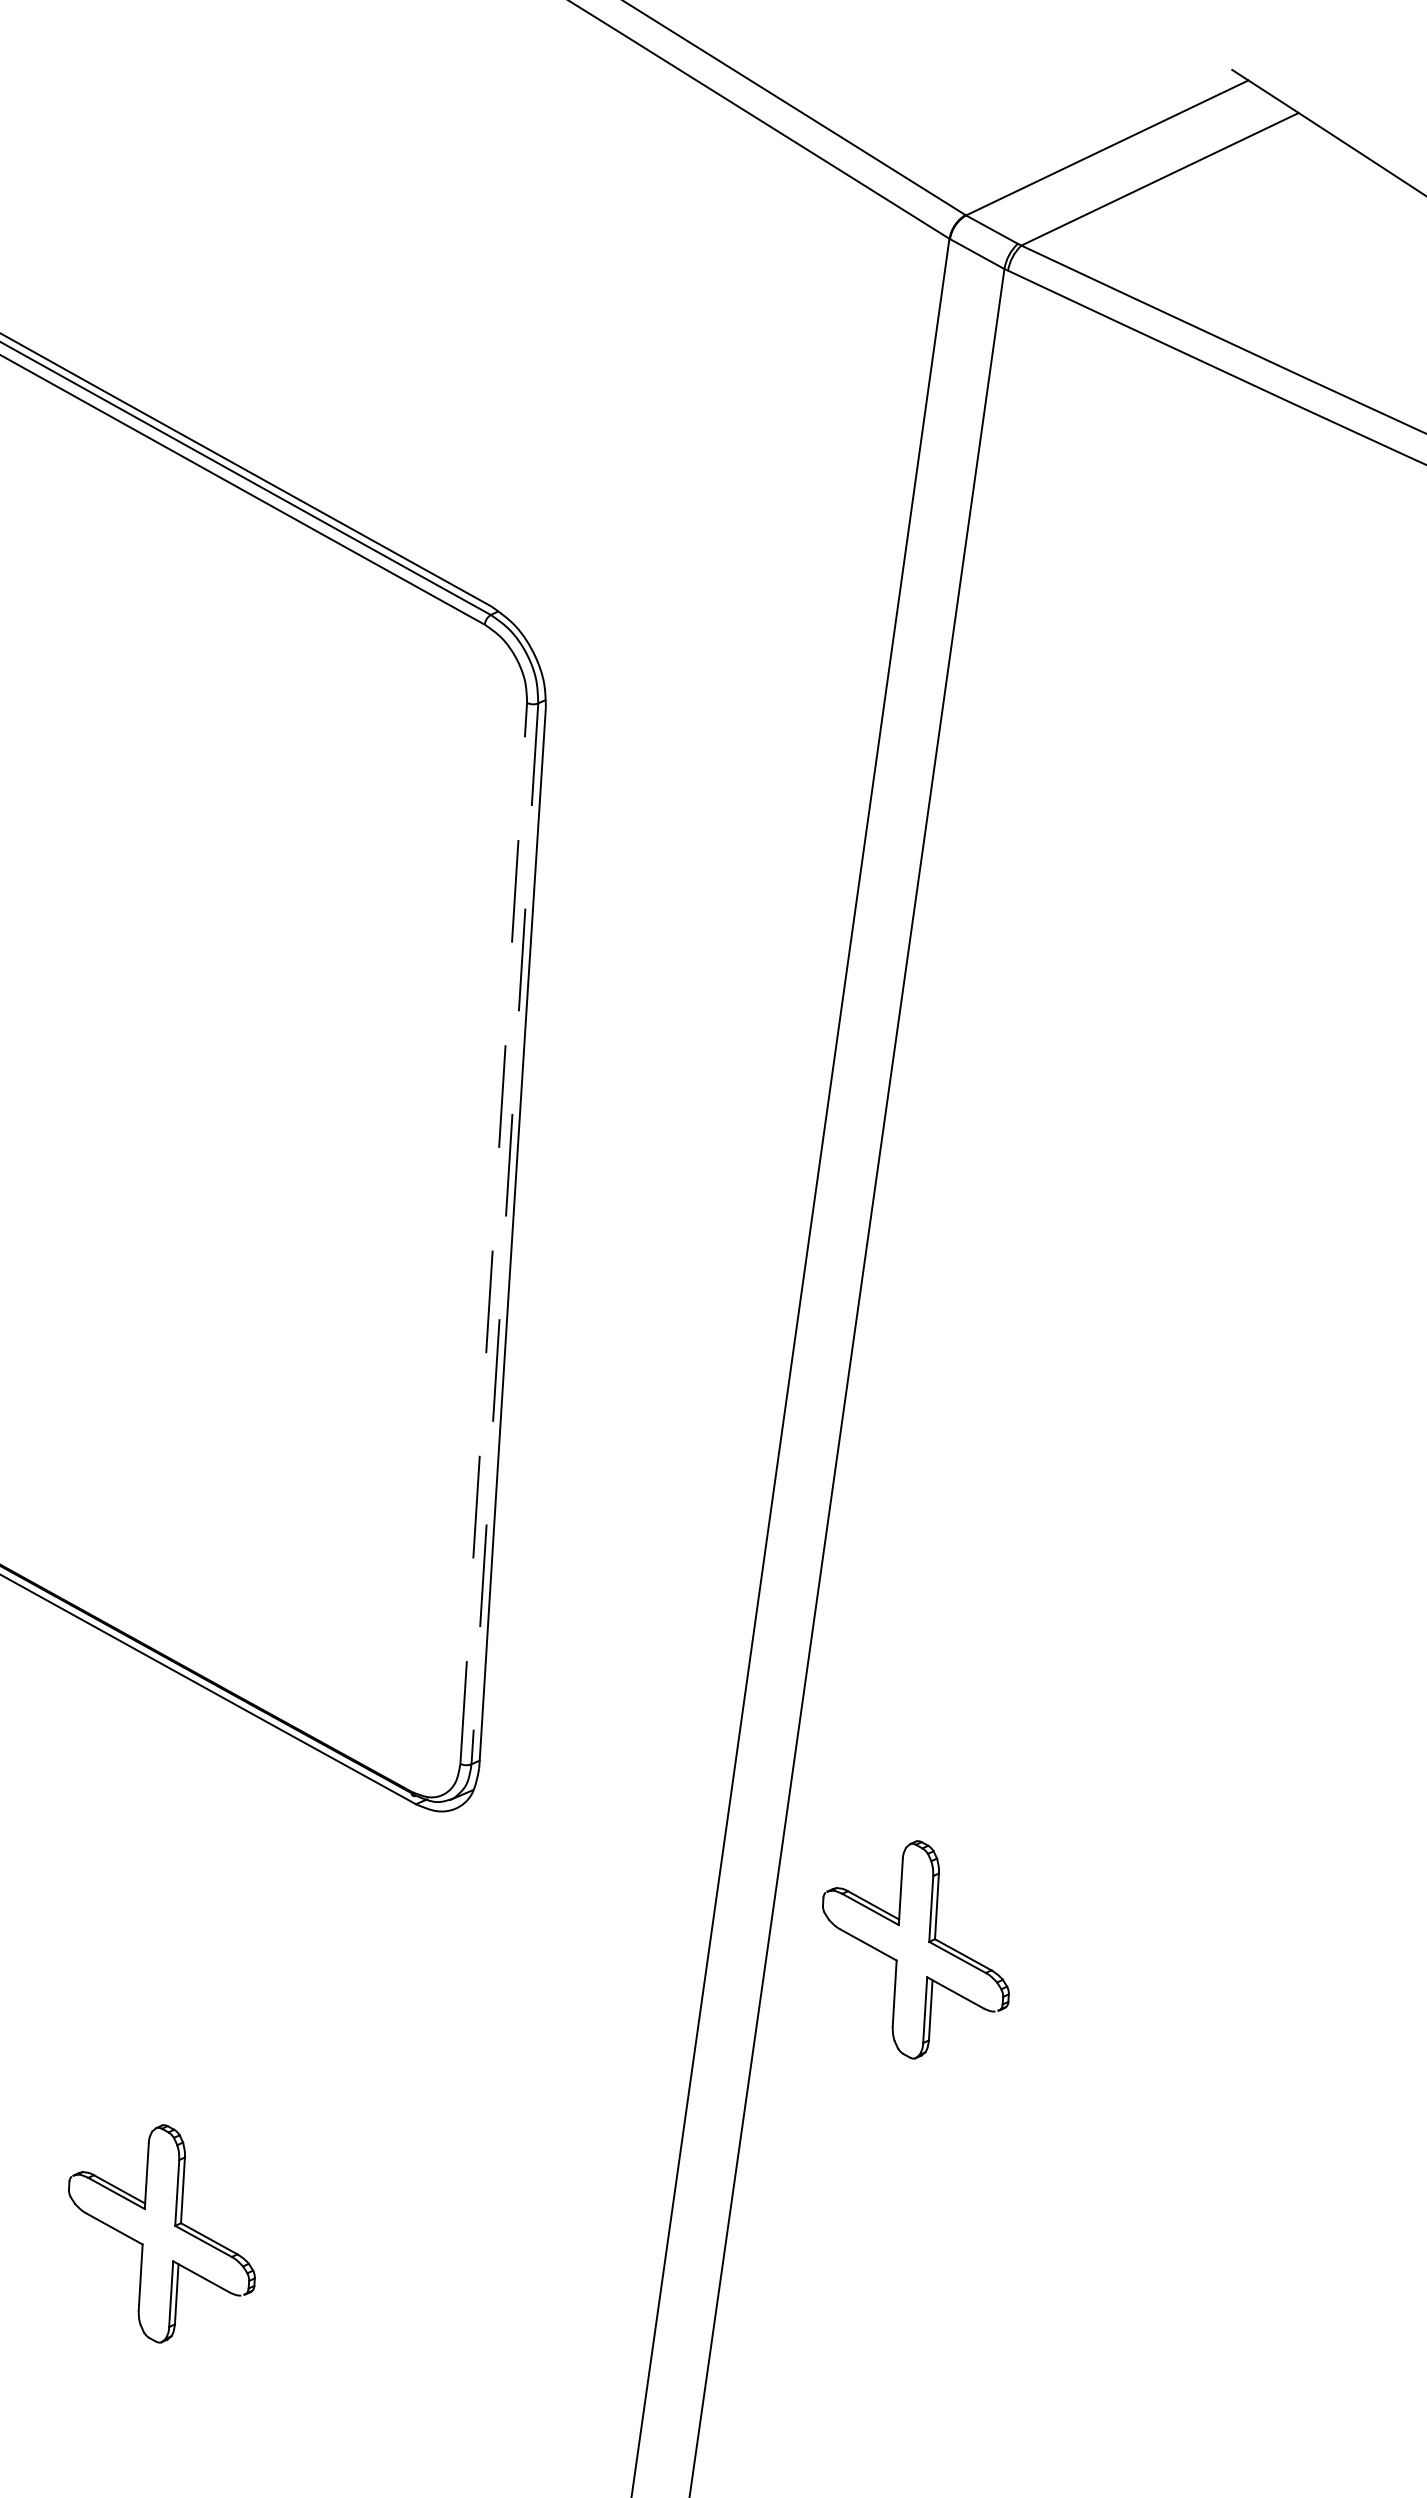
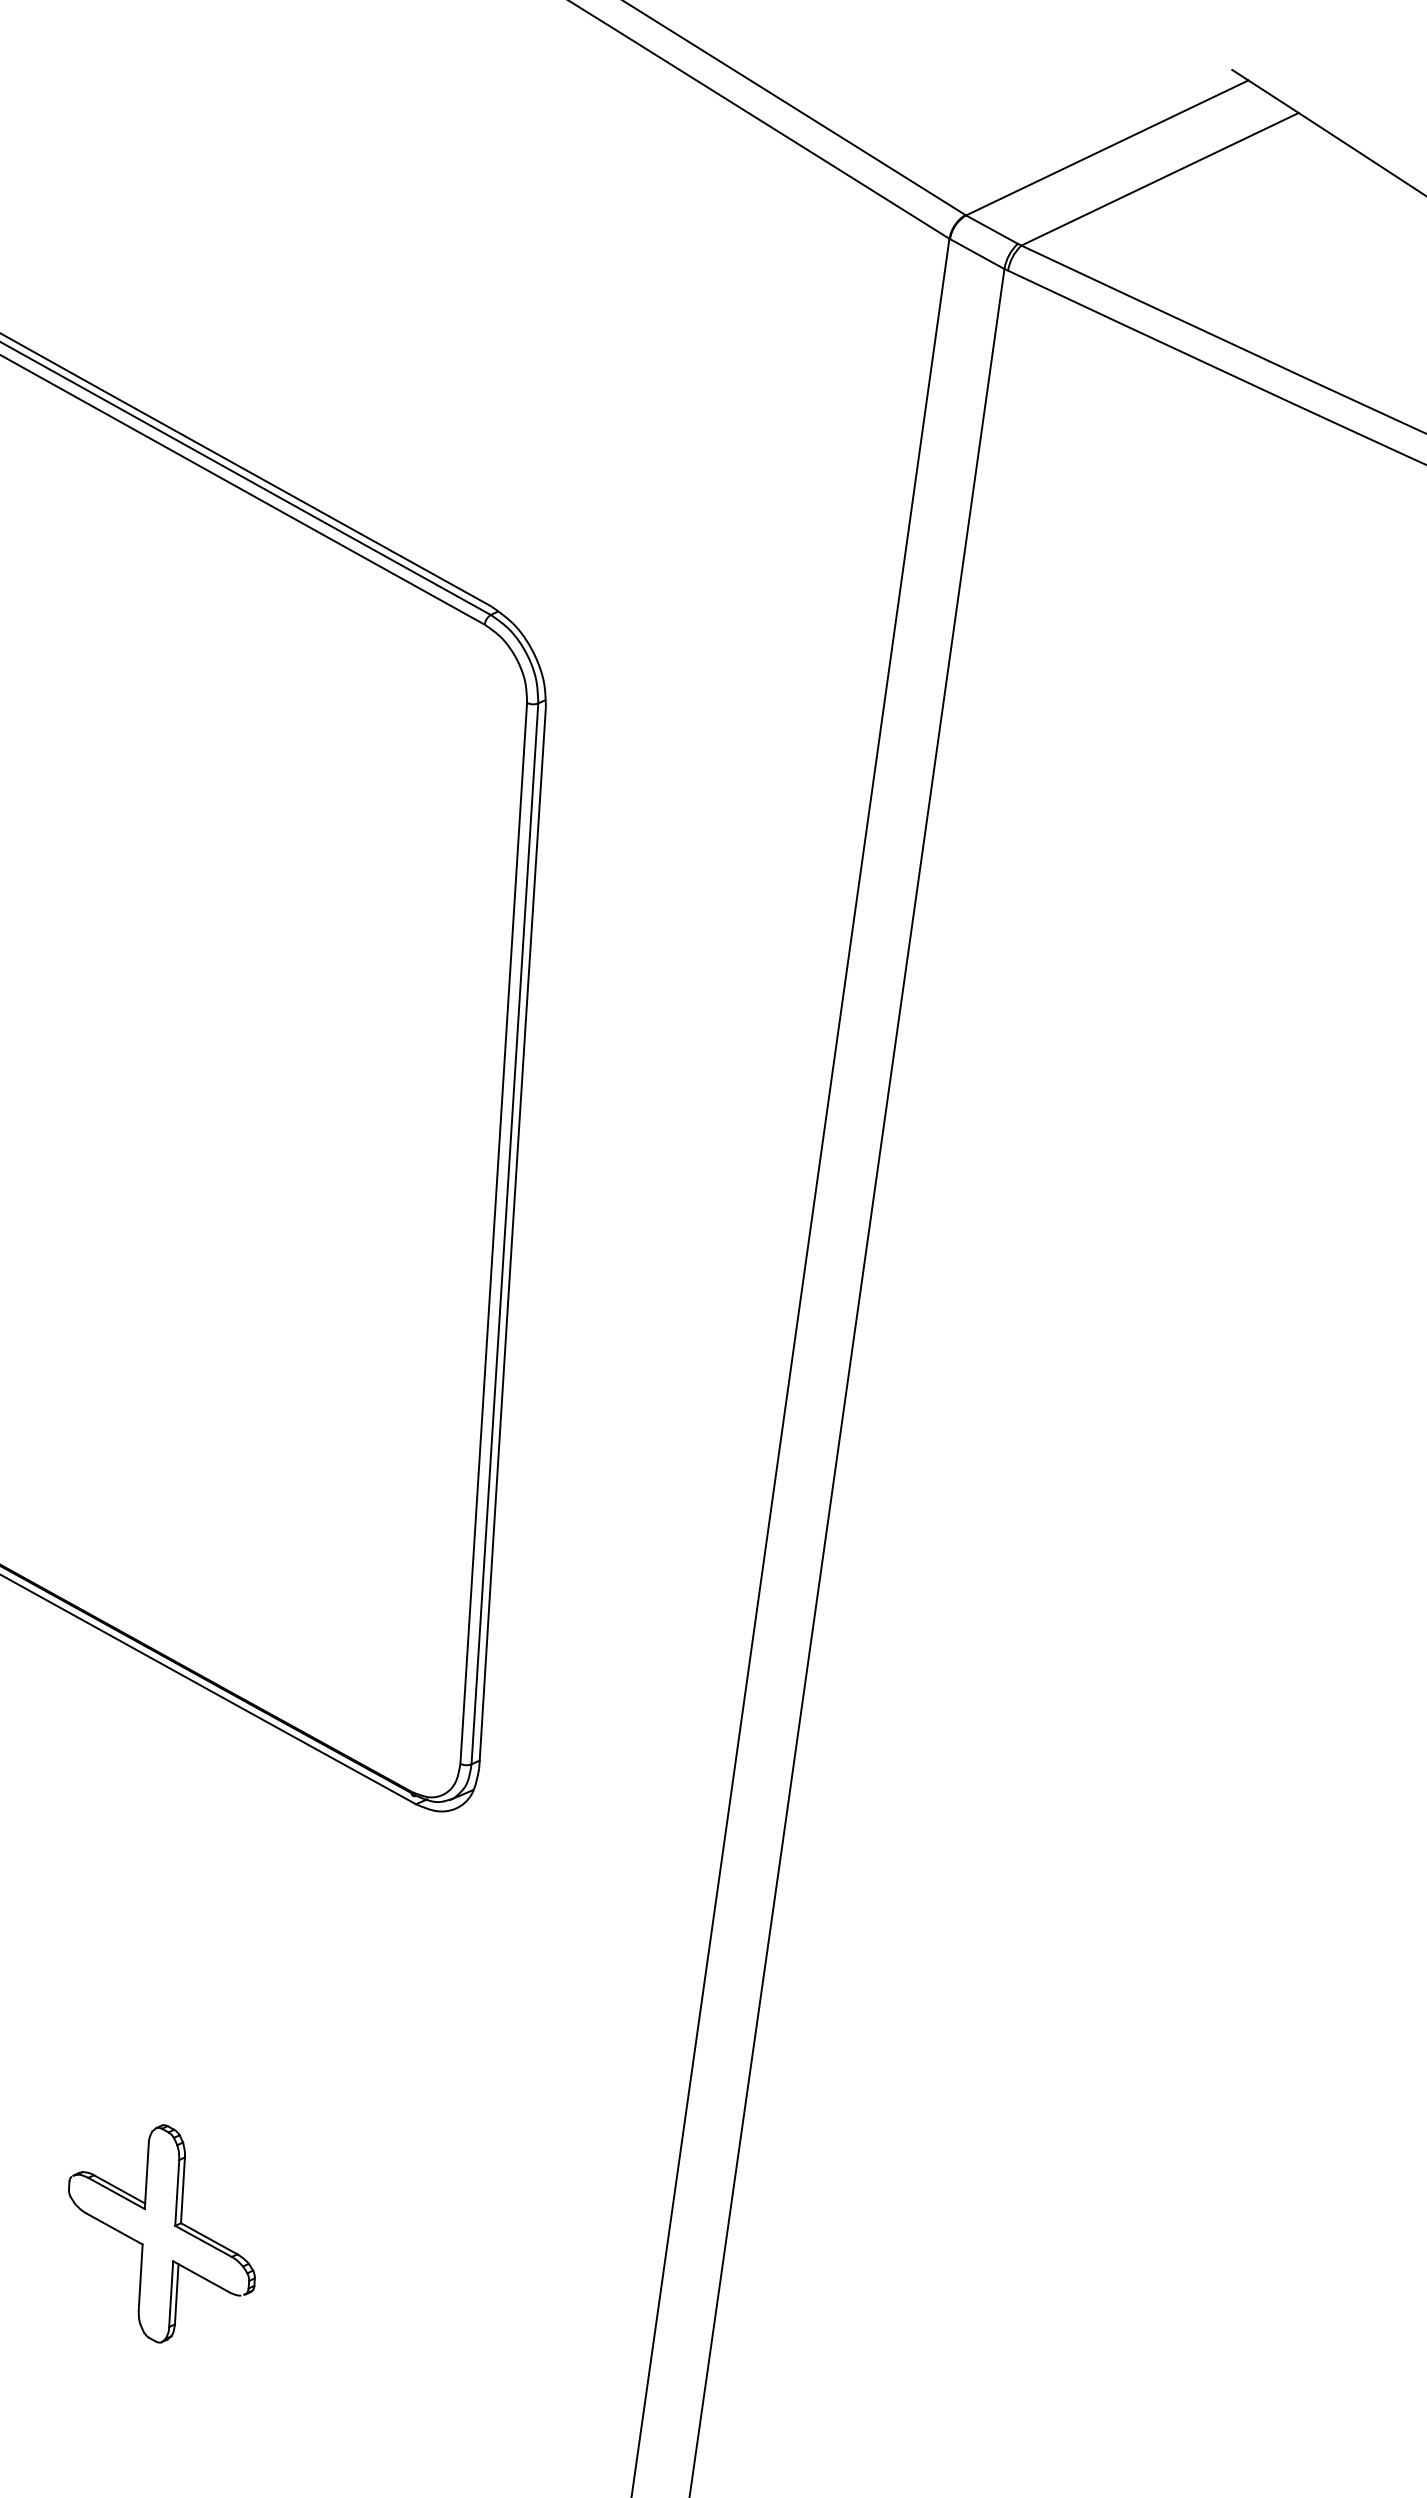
line at (493, 1232): dashed -> solid
line at (504, 1233): dashed -> solid
part at (928, 1942): present -> none
